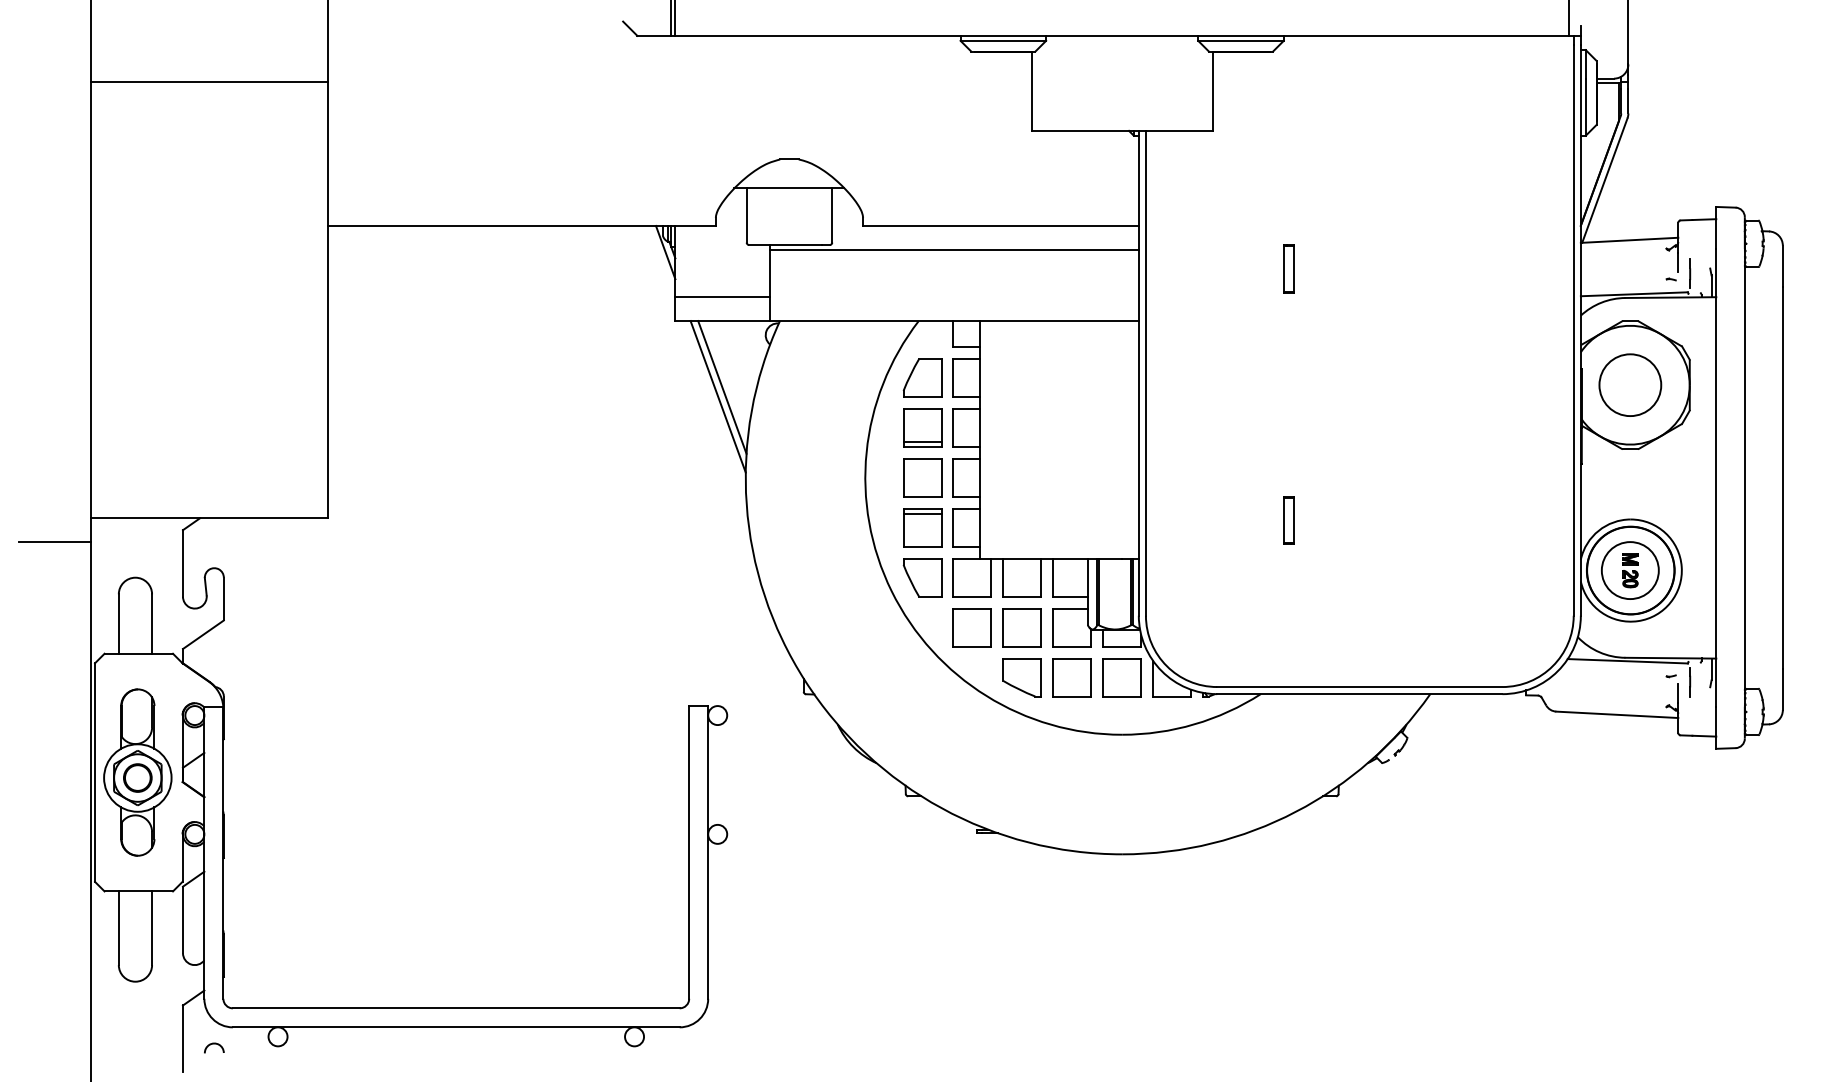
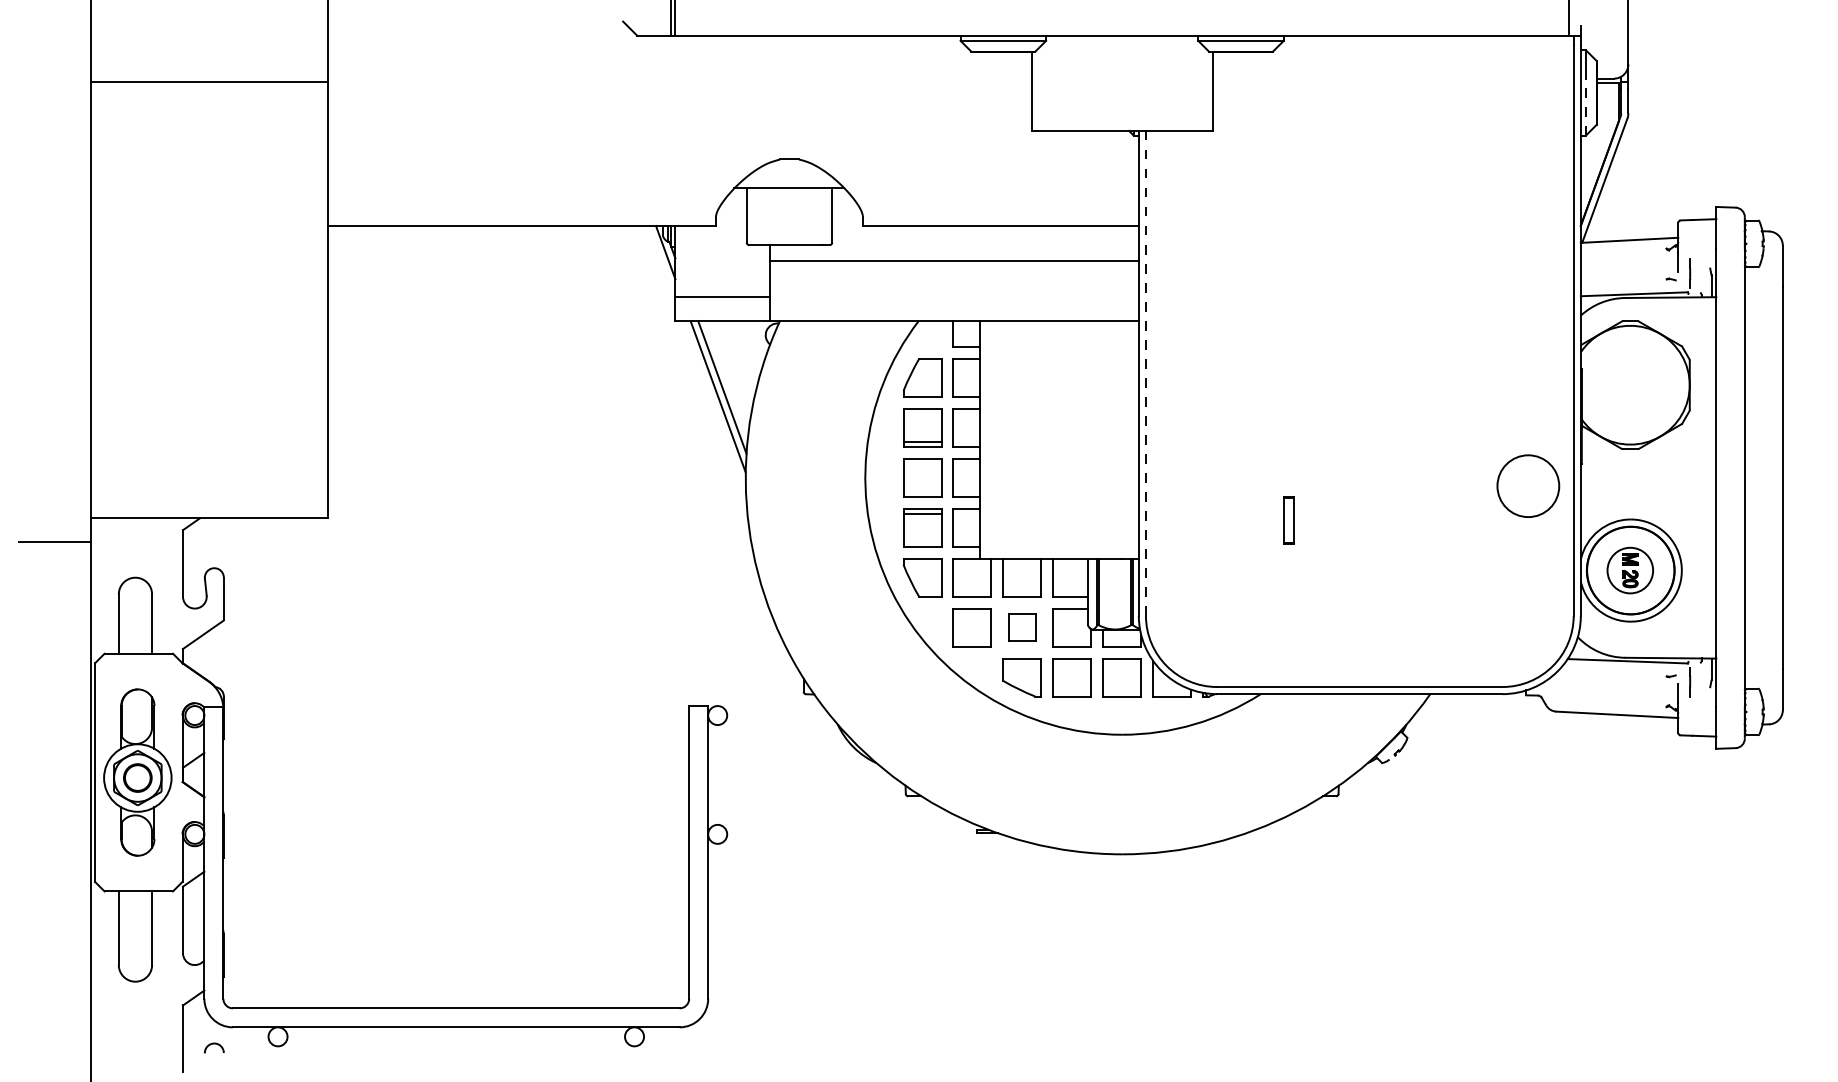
line at (1585, 107): solid -> dashed
line at (954, 249) position: (954, 249) -> (954, 260)
part at (1288, 268): present -> none
line at (1145, 372): solid -> dashed
circle at (1630, 384) position: (1630, 384) -> (1528, 485)
circle at (1629, 570) diameter: 57 px -> 46 px
part at (1021, 627) size: 40x40 px -> 29x29 px
